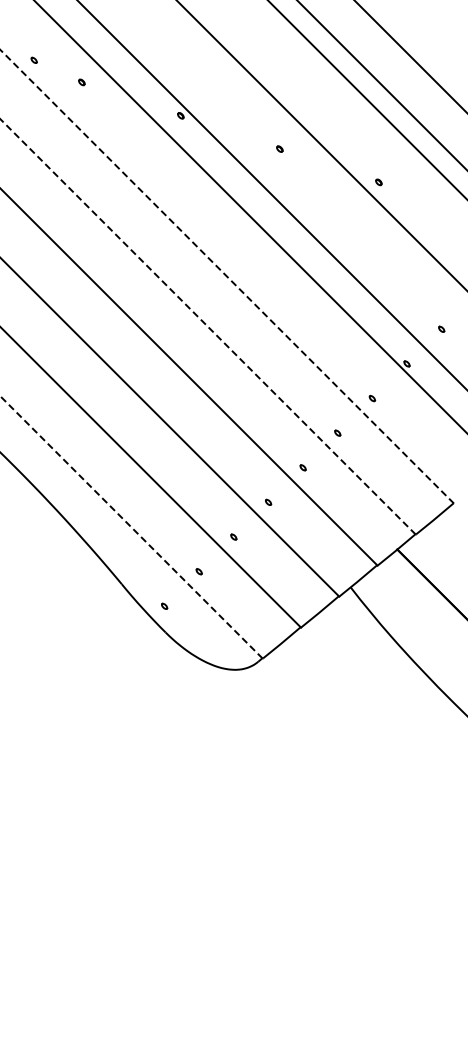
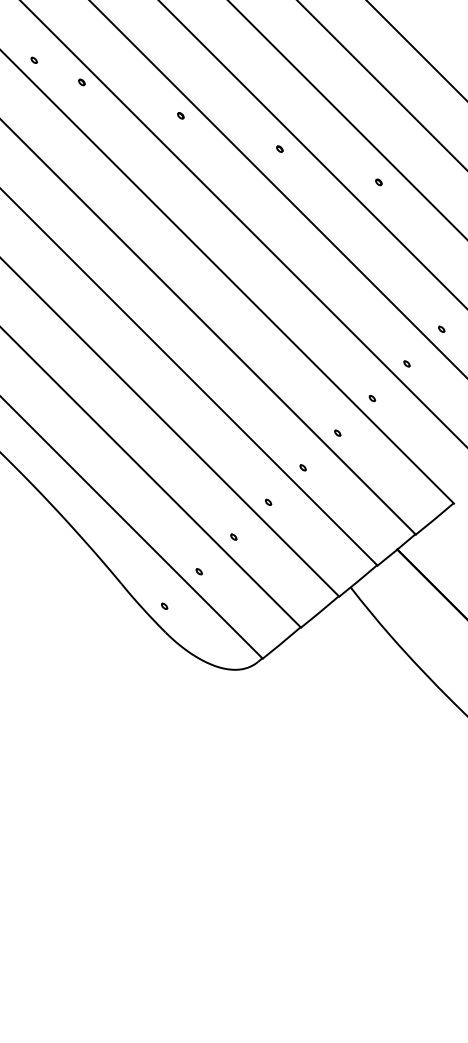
line at (410, 56) position: (410, 56) -> (416, 50)
line at (366, 99) position: (366, 99) -> (347, 119)
line at (321, 145) position: (321, 145) -> (312, 154)
line at (271, 194) position: (271, 194) -> (277, 188)
line at (249, 216) position: (249, 216) -> (242, 223)
line at (227, 276): dashed -> solid
line at (208, 326): dashed -> solid
line at (131, 527): dashed -> solid
